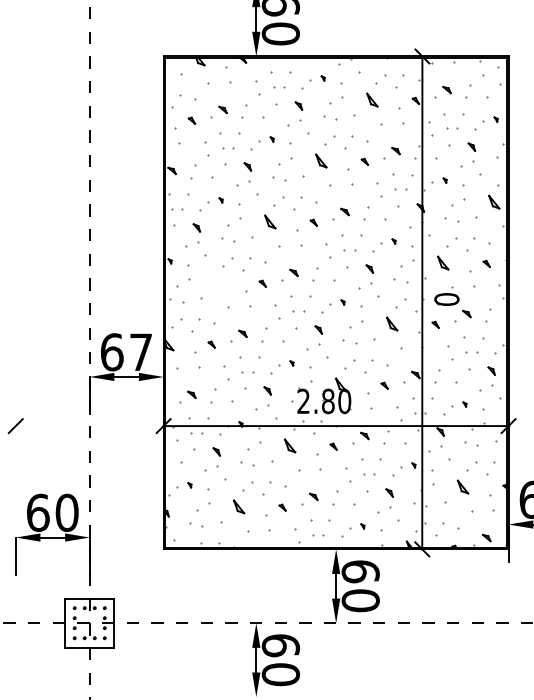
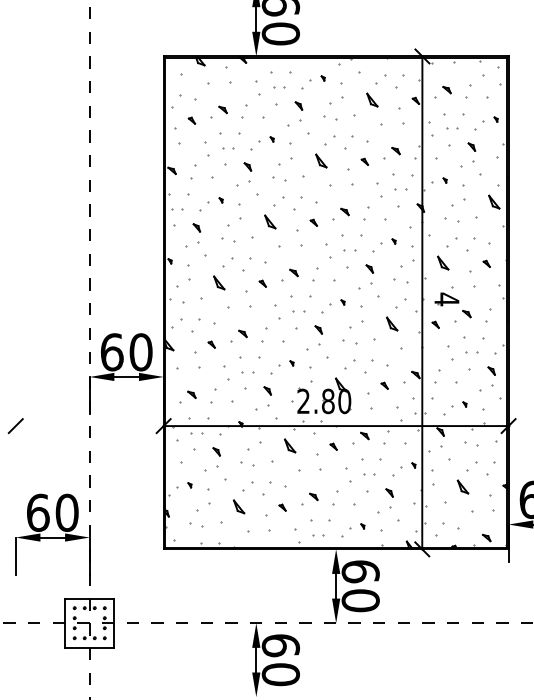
part at (219, 282): none -> present
text at (446, 299): 0 -> 4
text at (140, 352): 67 -> 60
